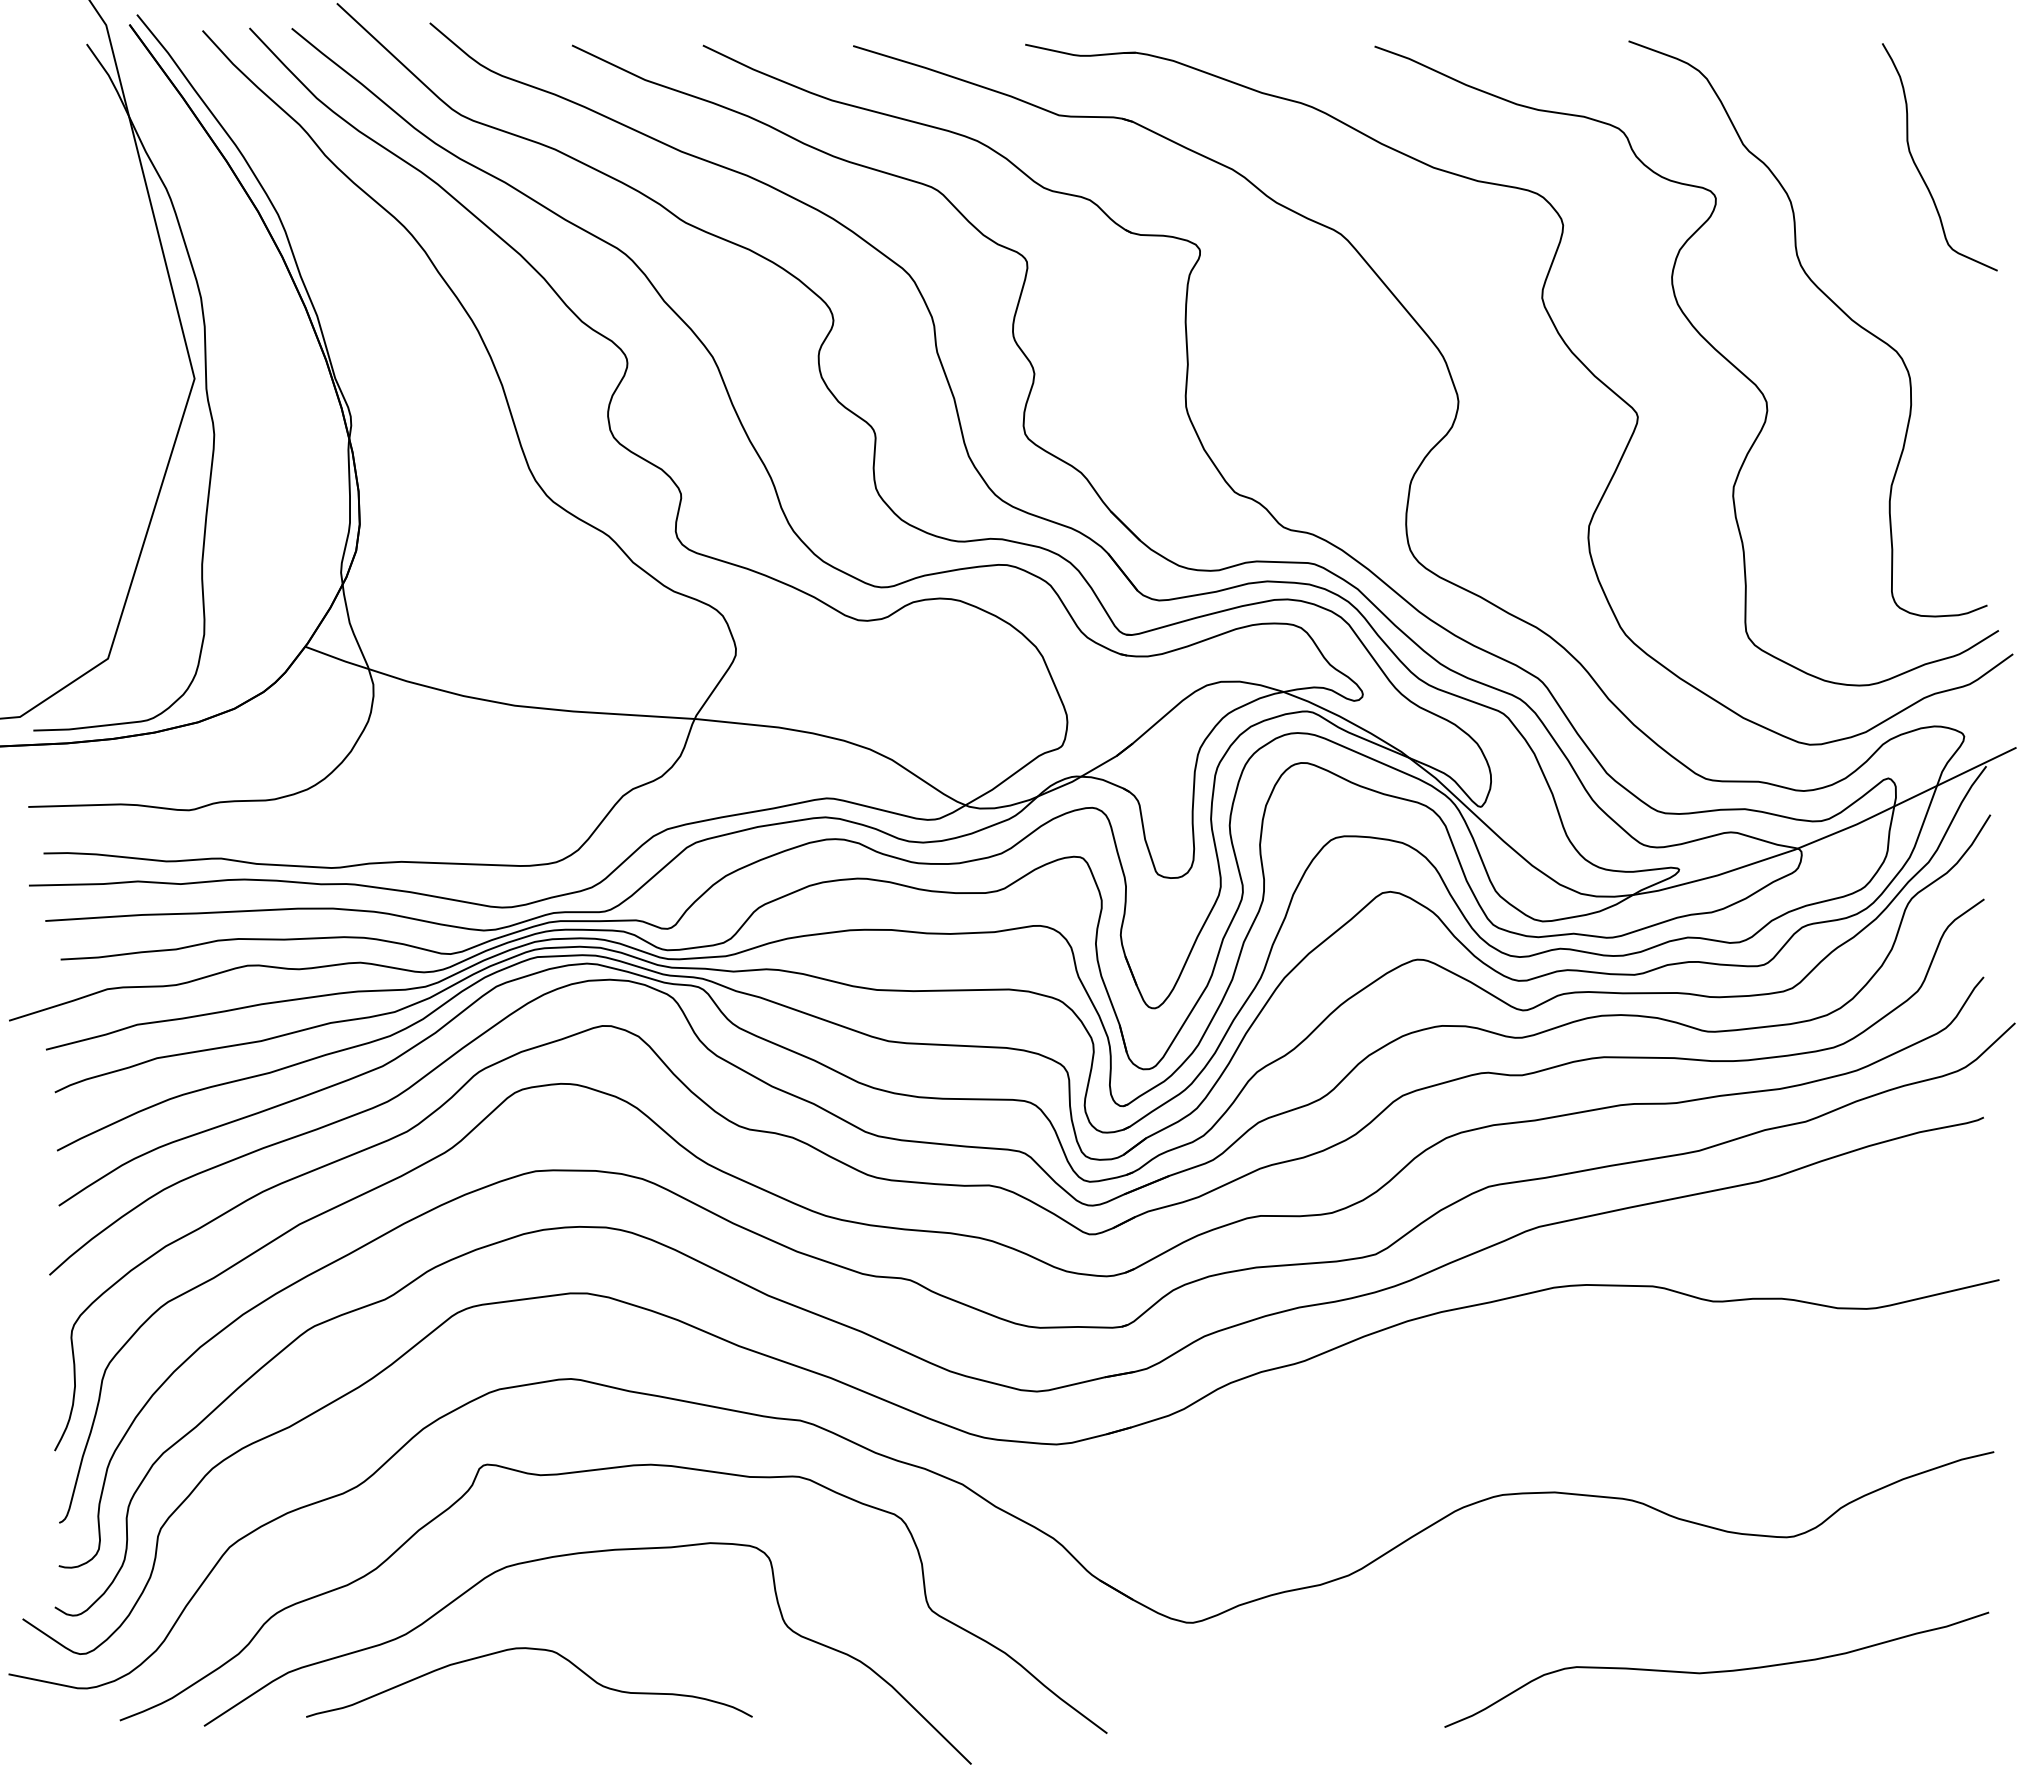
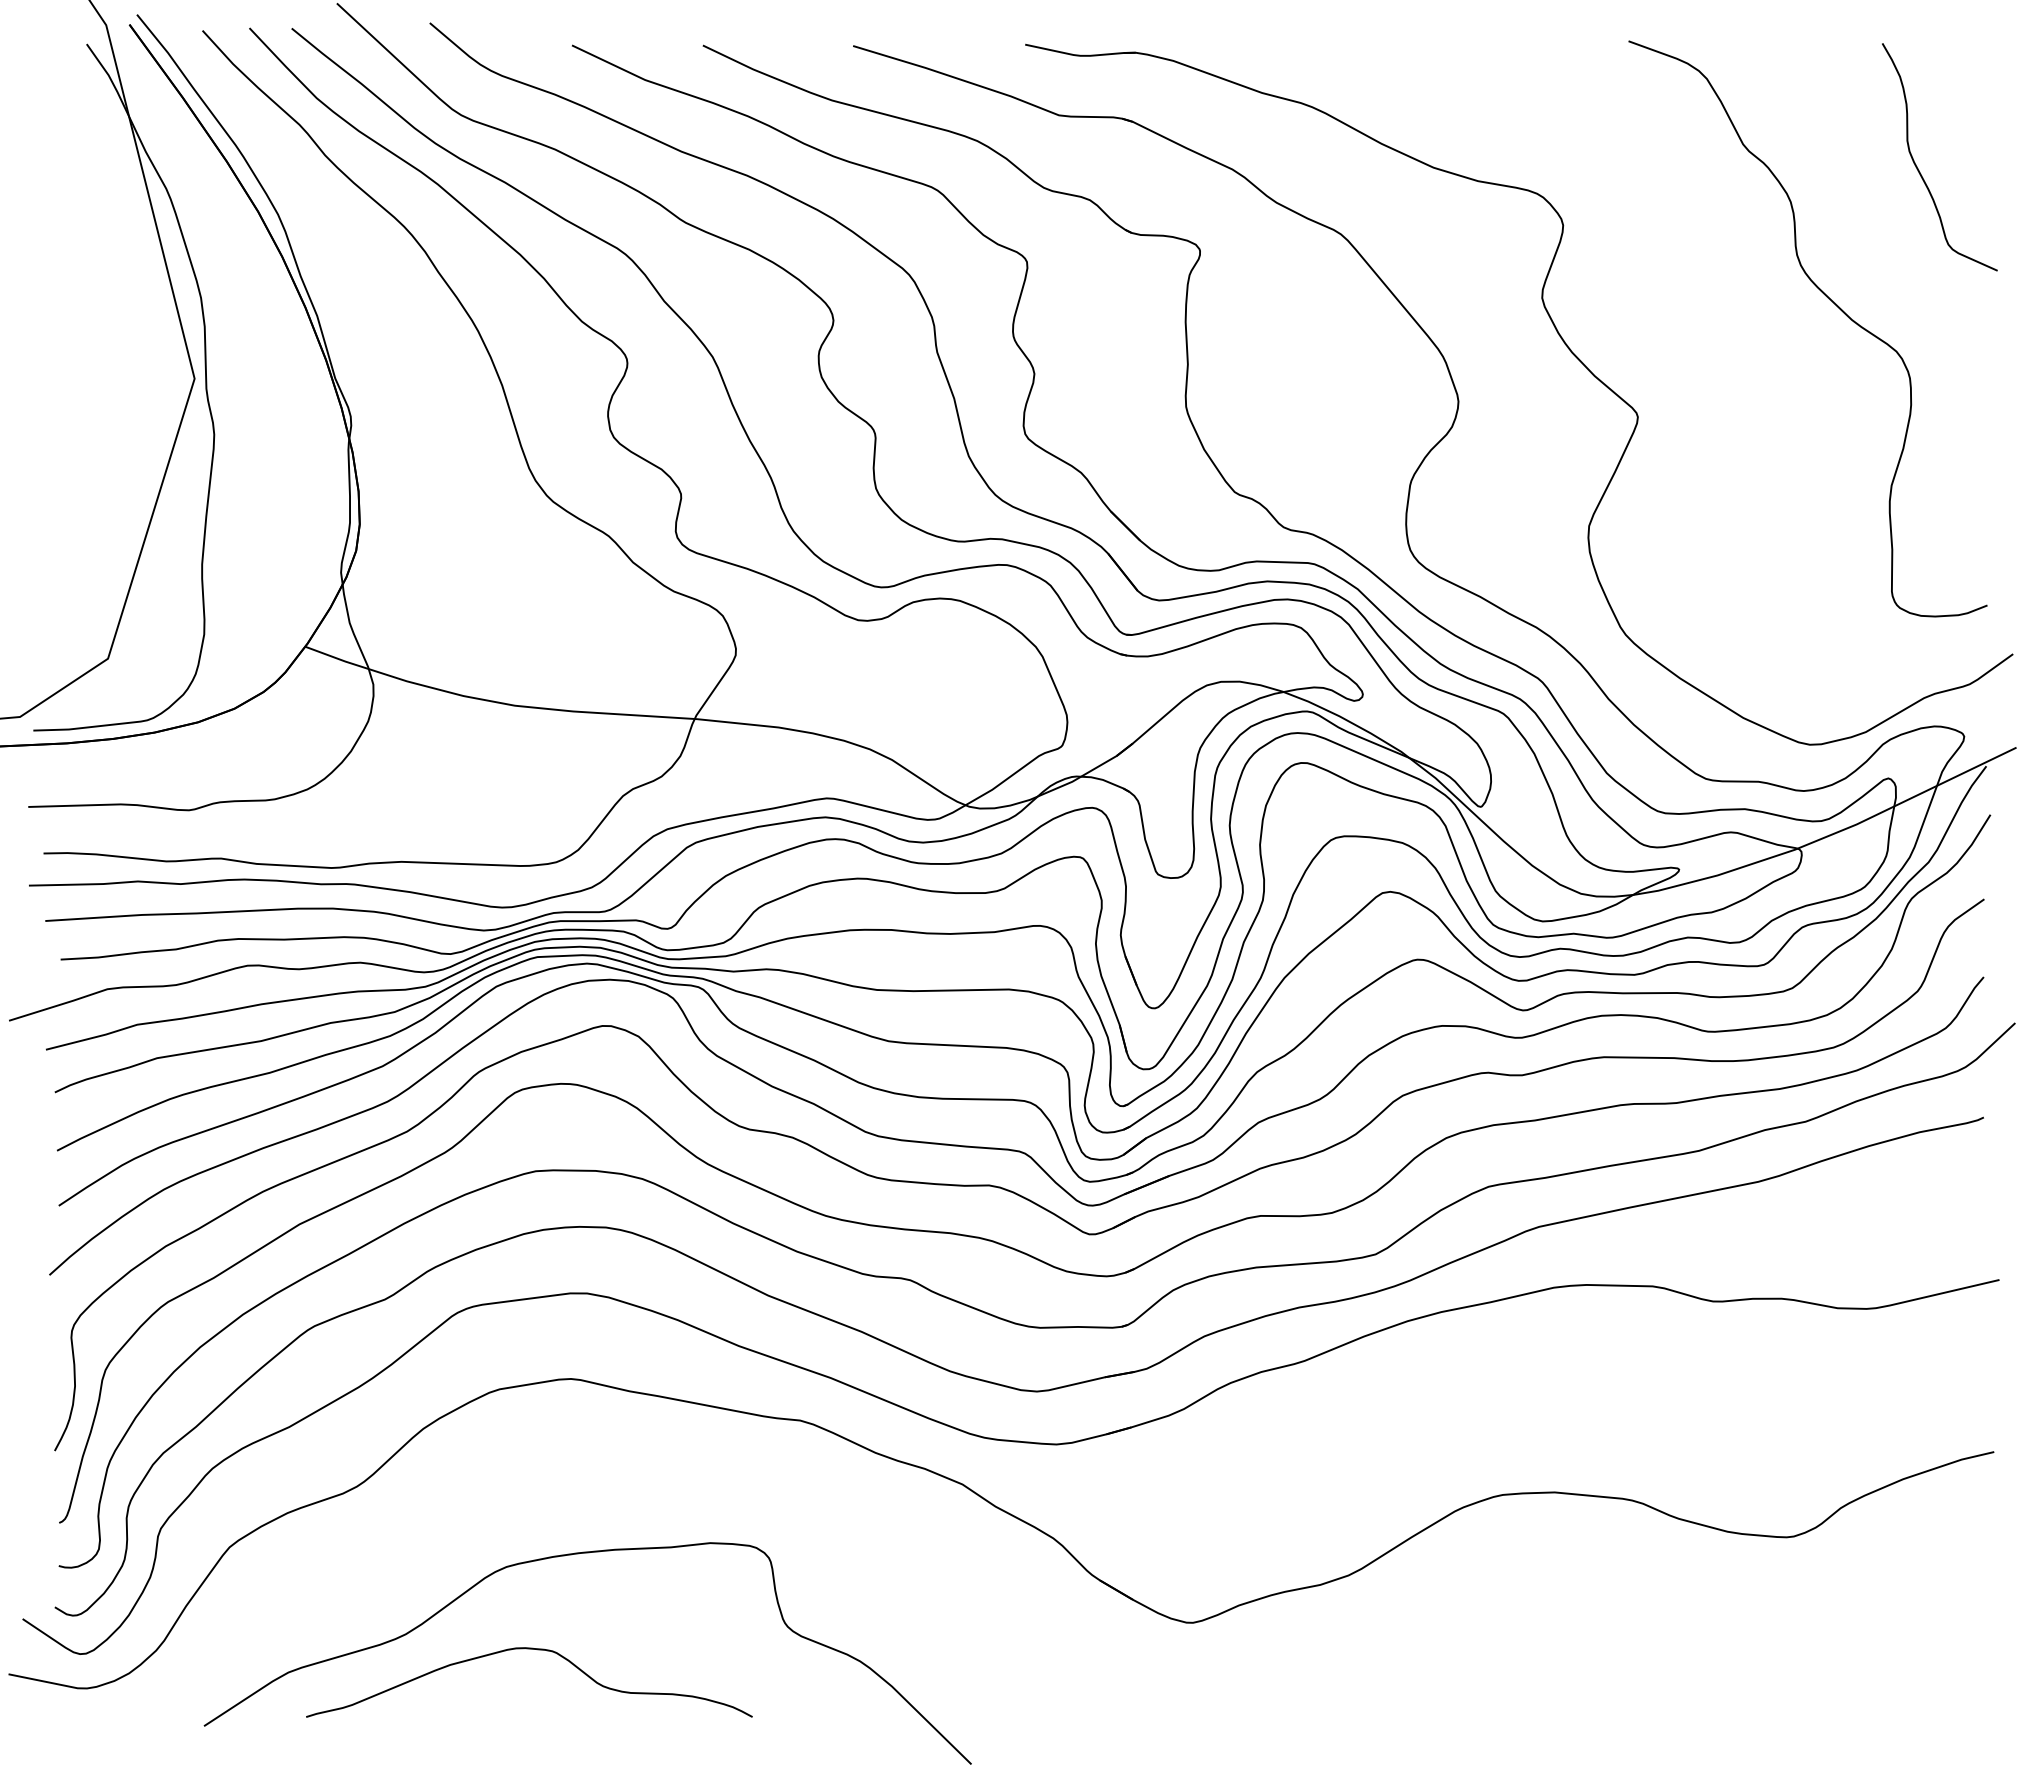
curve at (1707, 343): present -> none
curve at (601, 1470): present -> none
curve at (1716, 1671): present -> none
